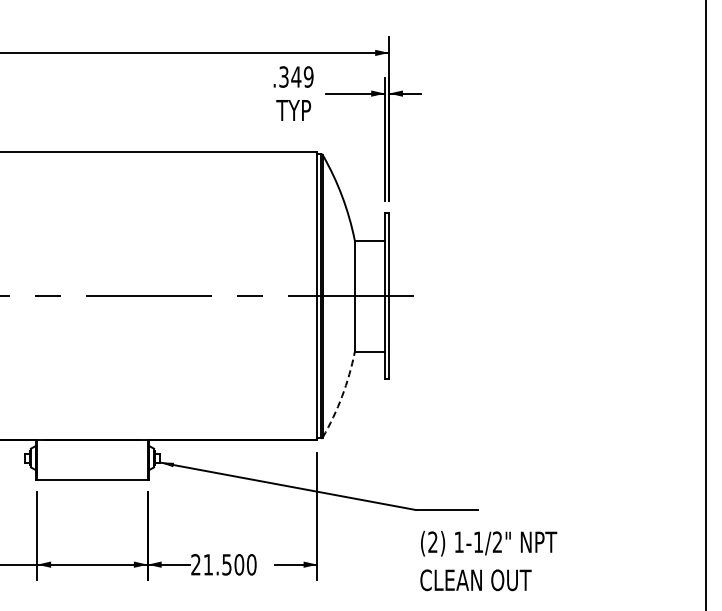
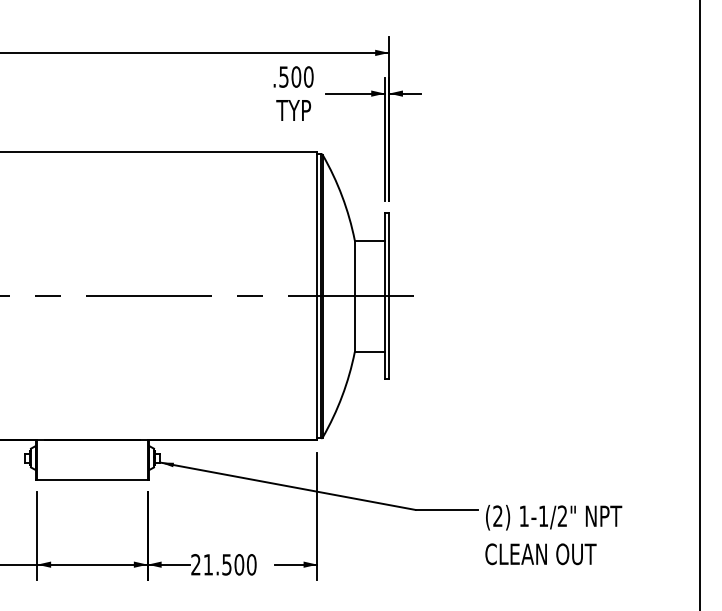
text at (296, 76): .349 -> .500
line at (706, 304) position: (706, 304) -> (700, 304)
arc at (342, 396): dashed -> solid
text at (488, 561) position: (488, 561) -> (553, 535)
